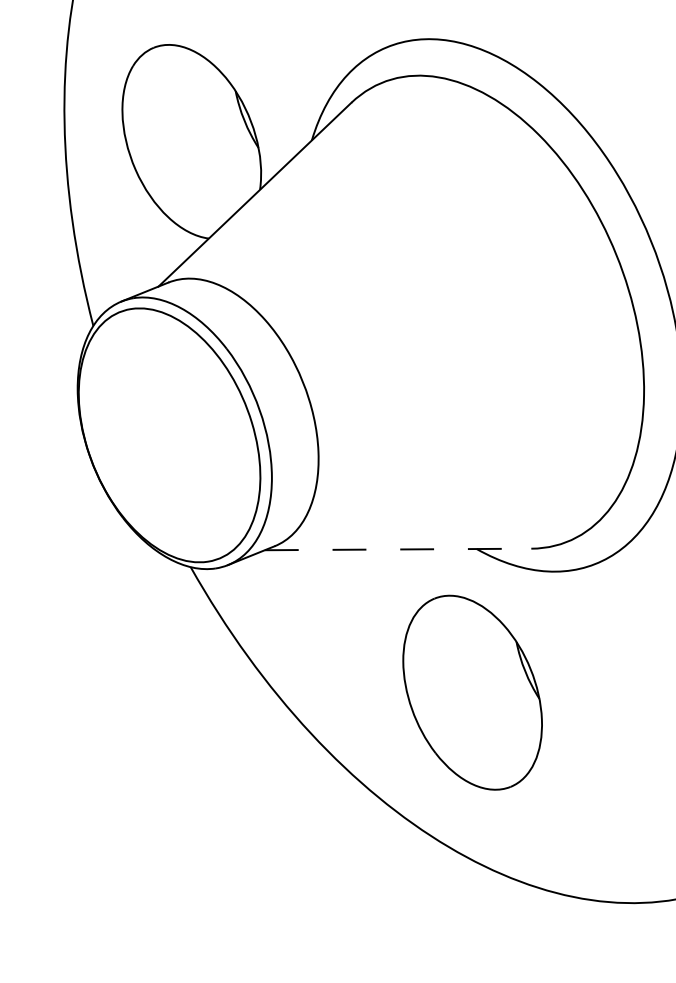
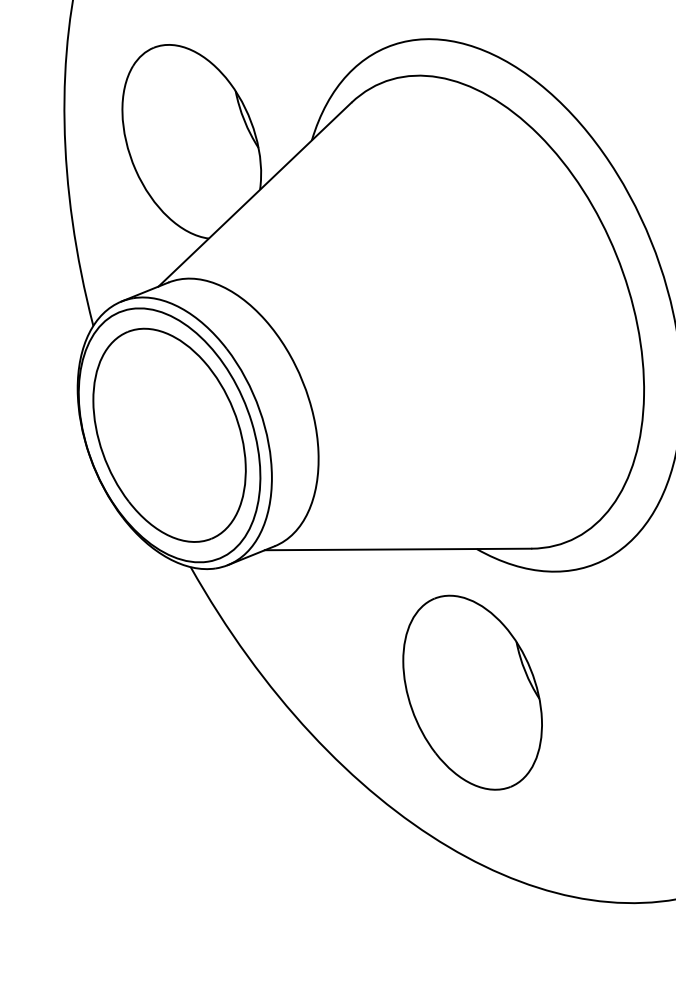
part at (169, 434): none -> present
line at (398, 549): dashed -> solid
